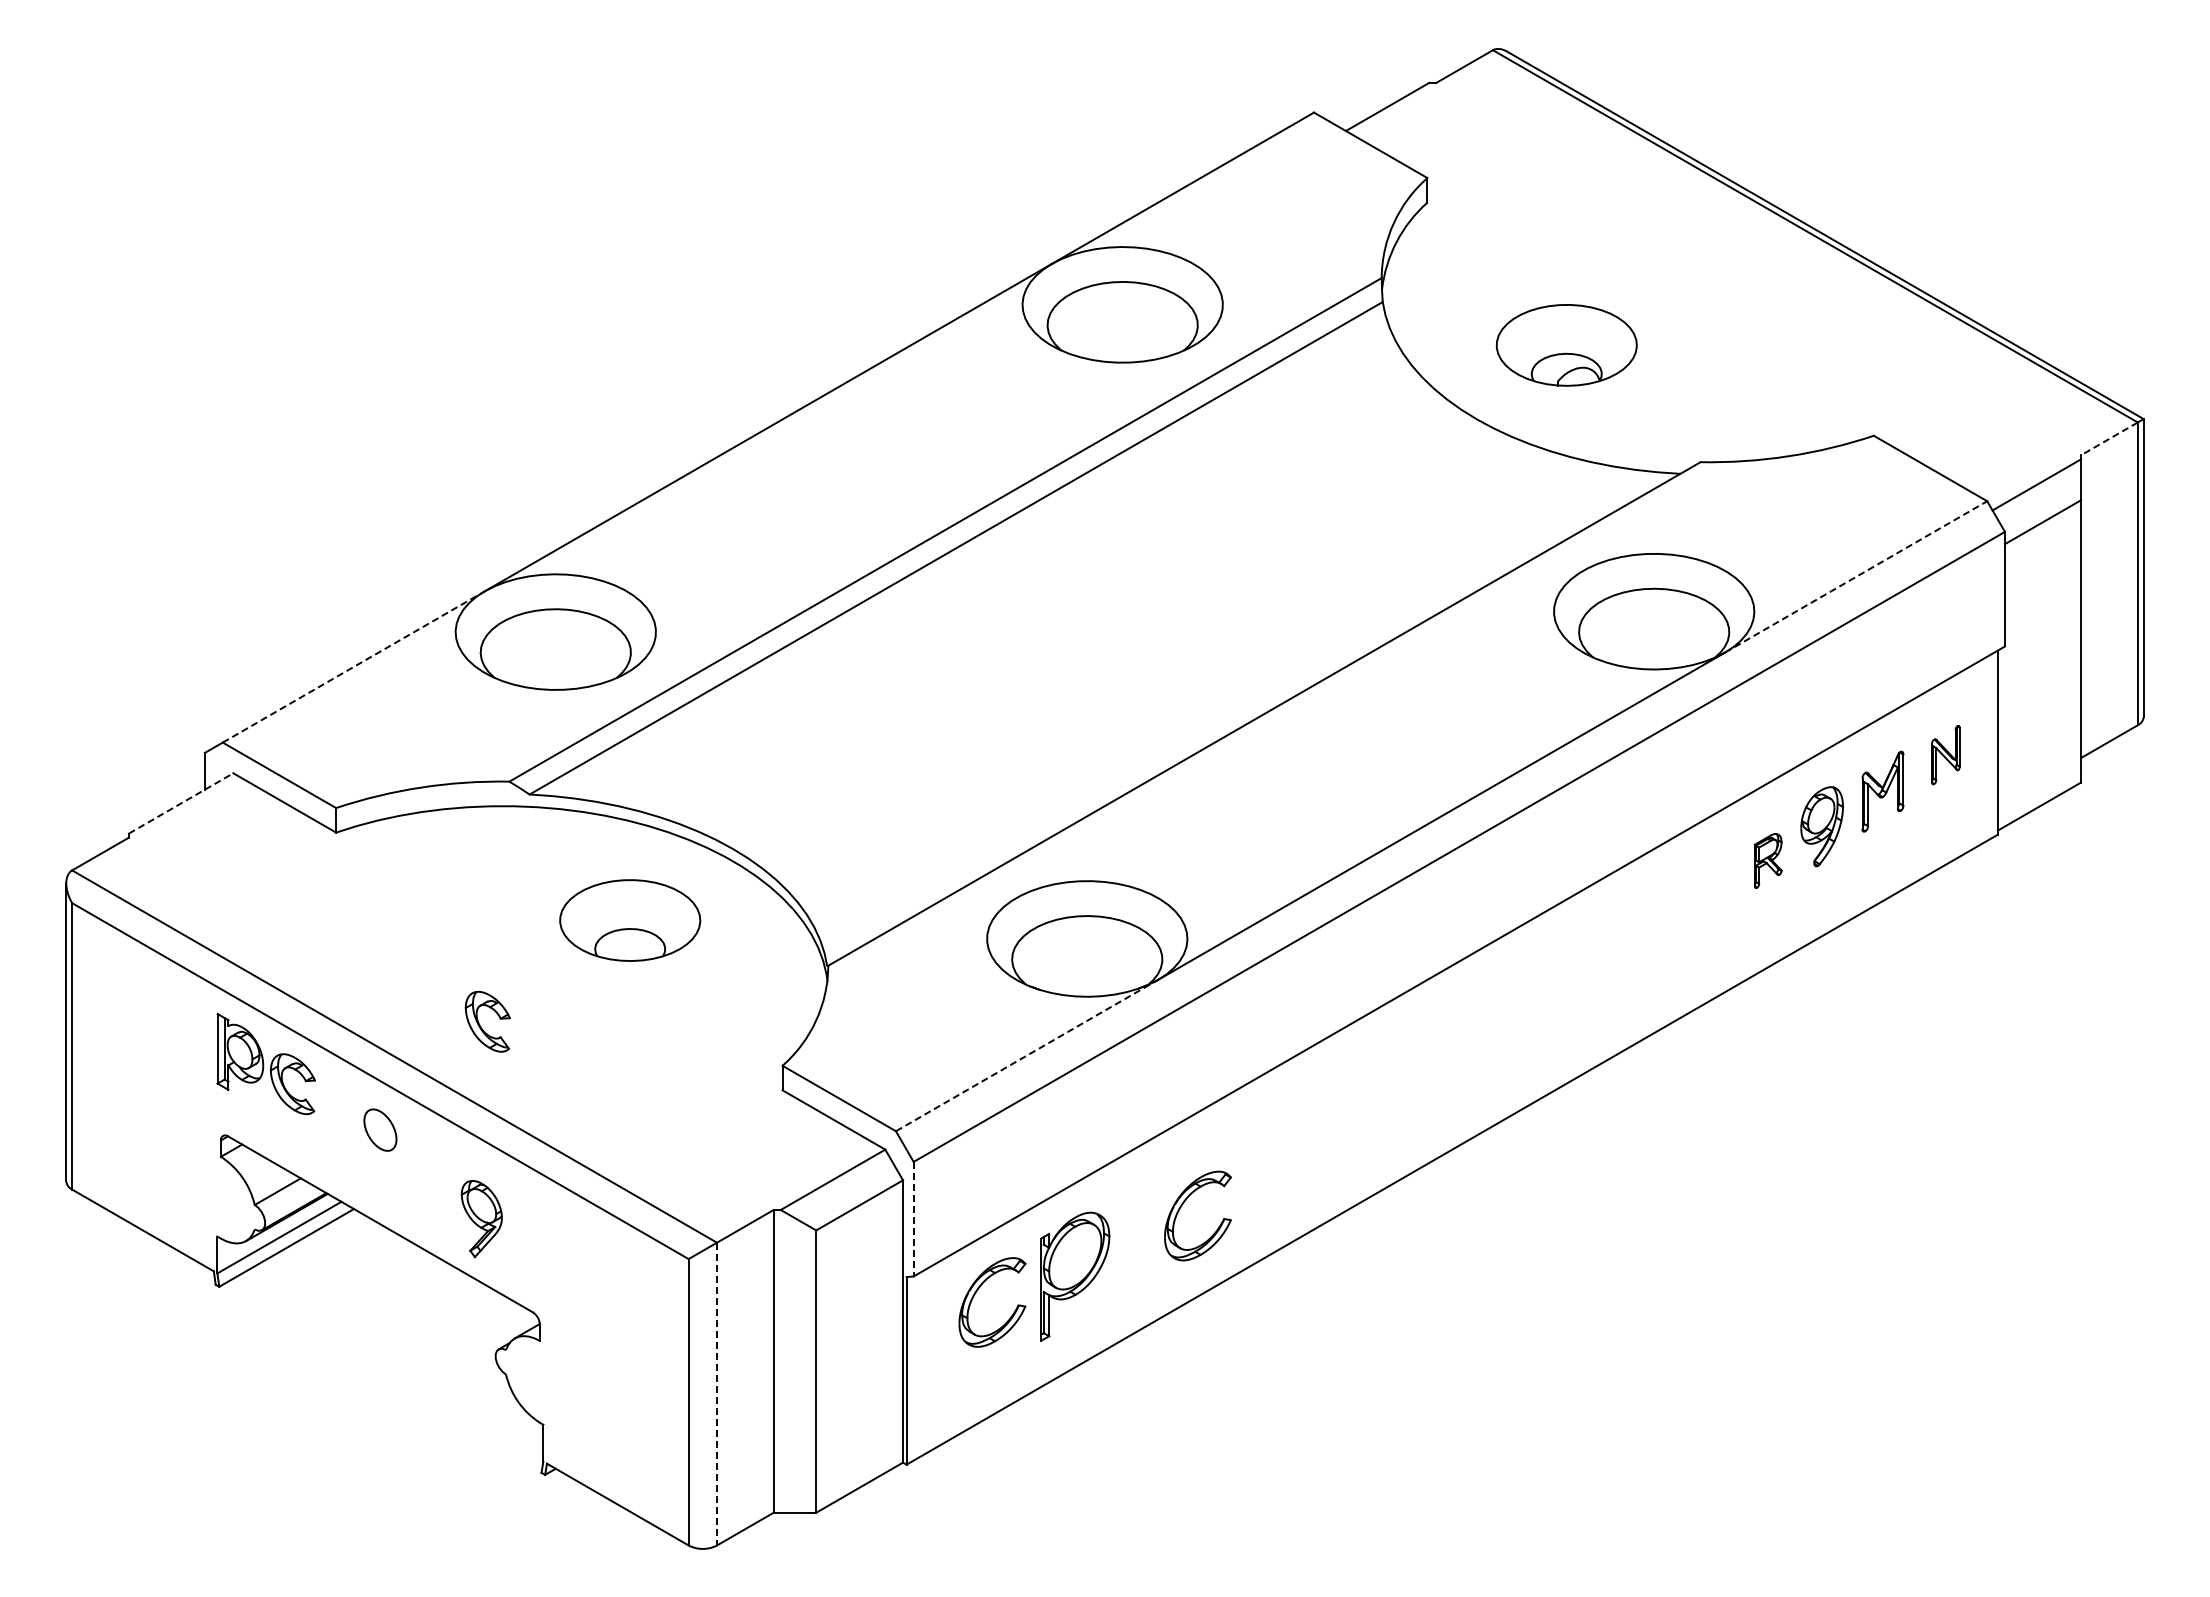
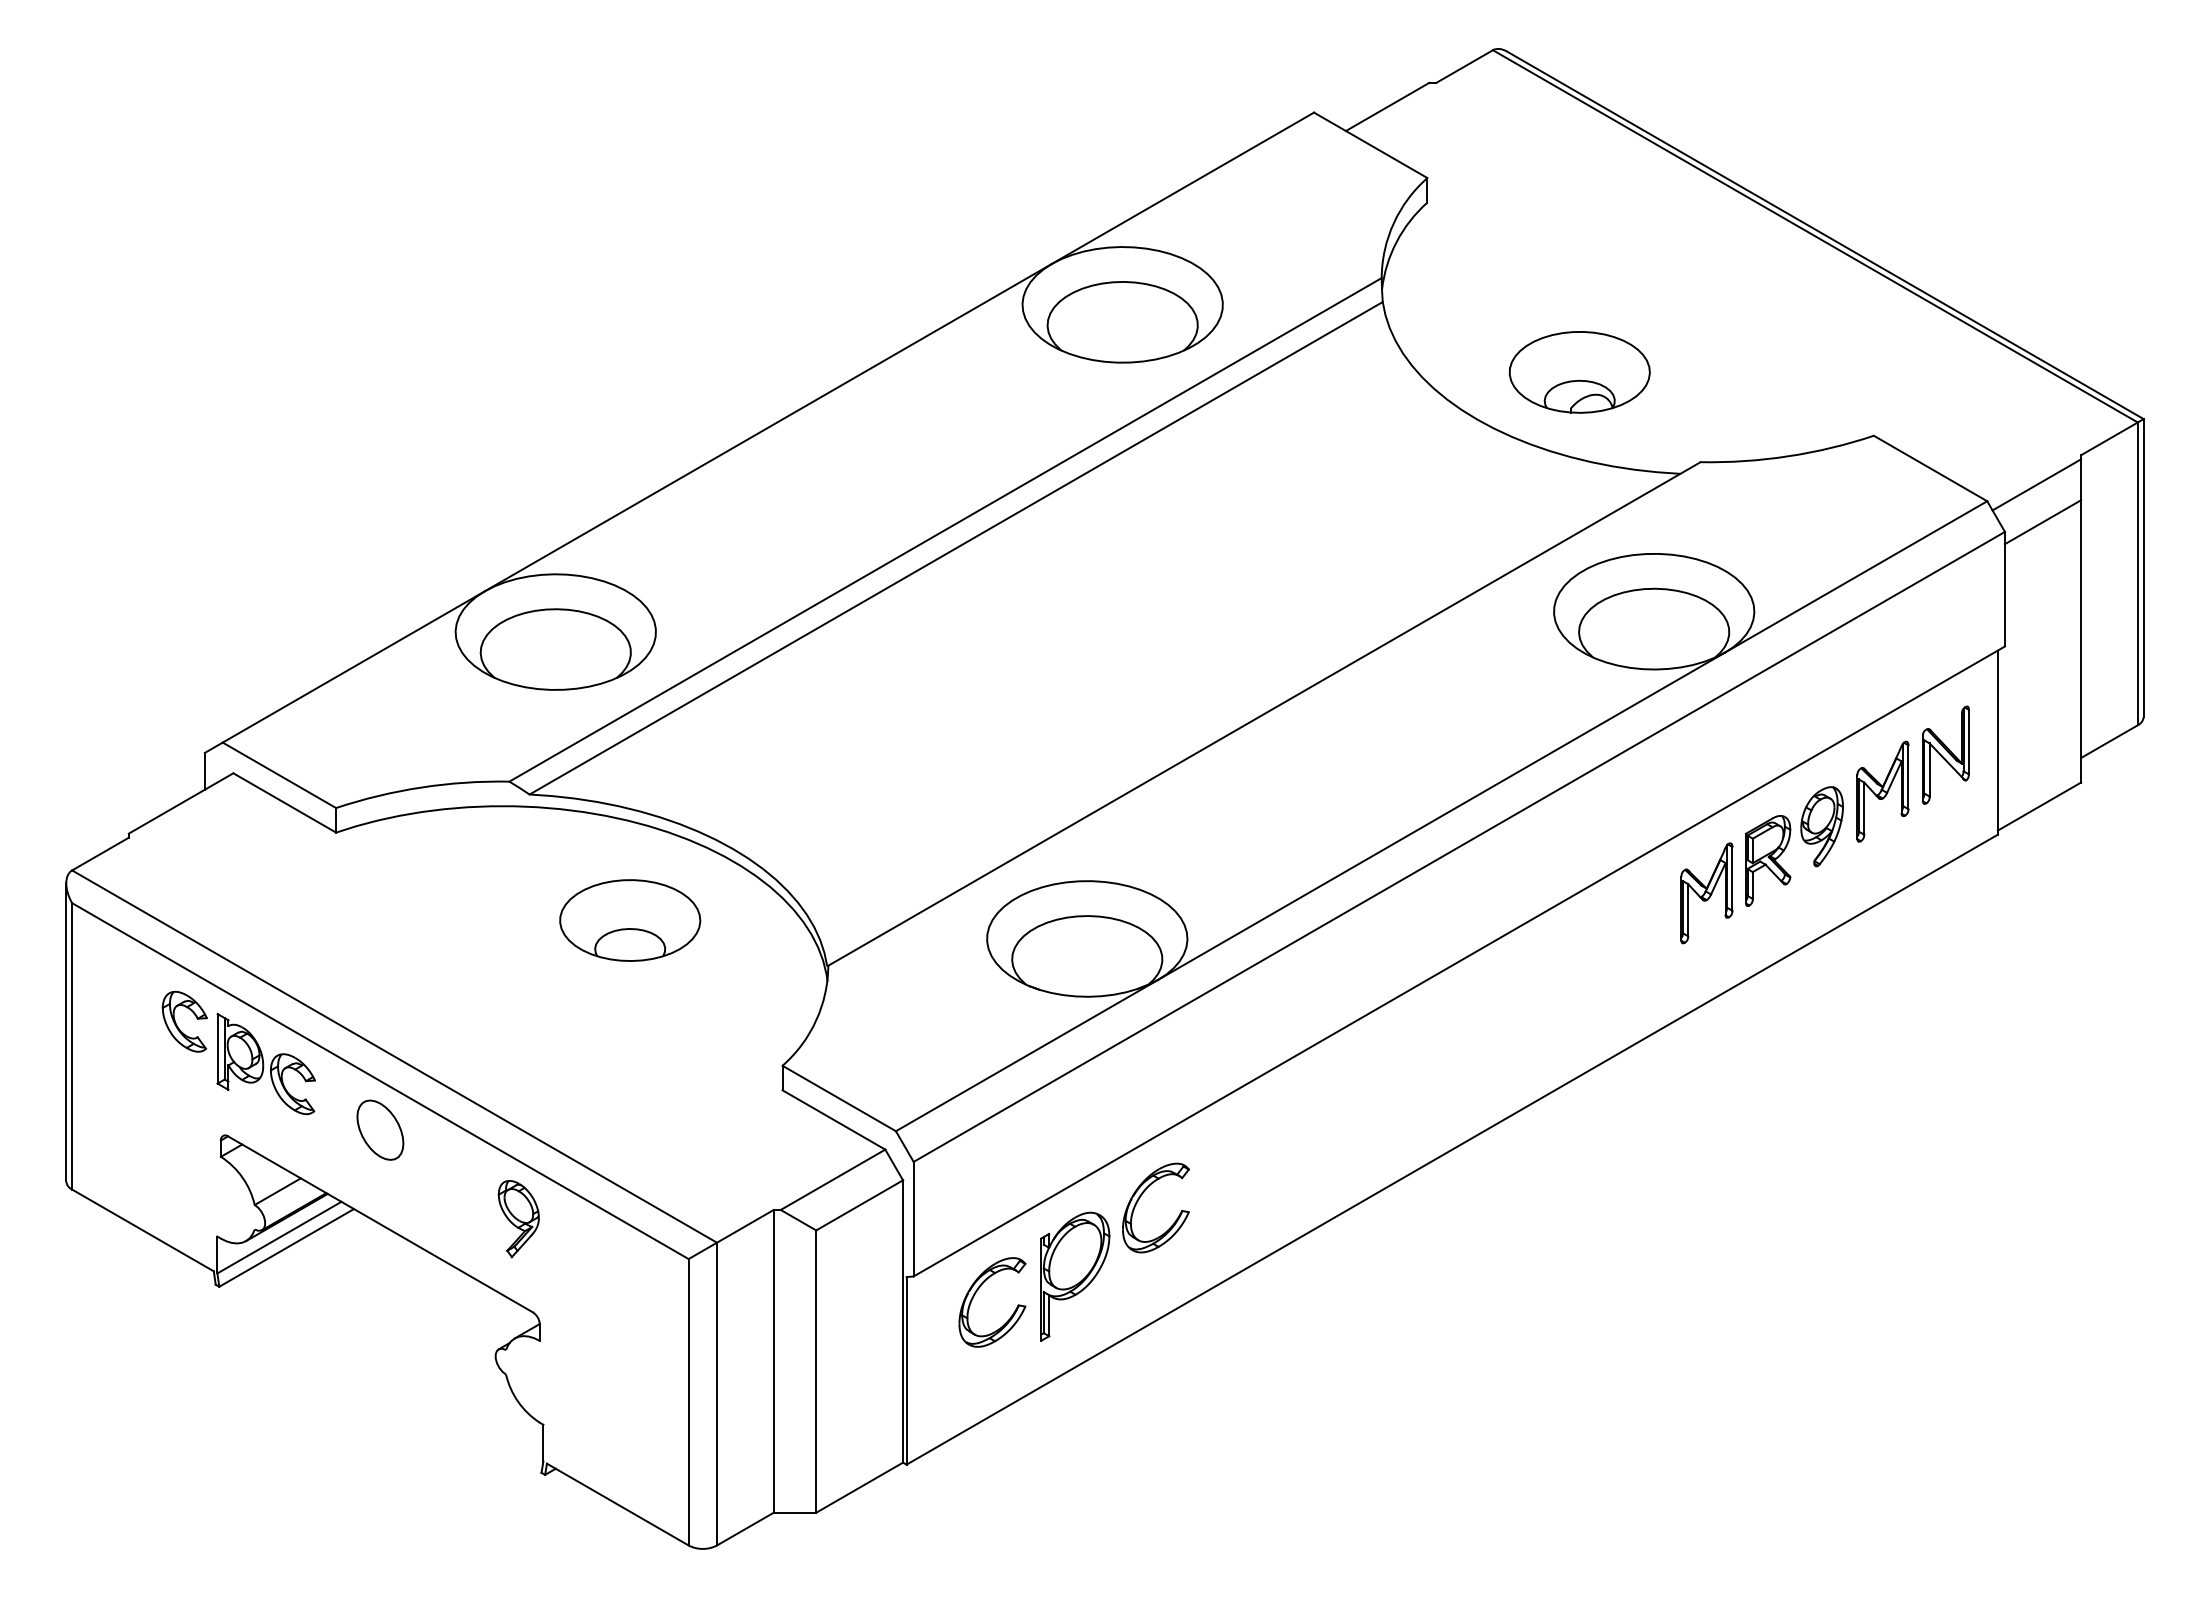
part at (1566, 345) position: (1566, 345) -> (1579, 372)
line at (2109, 438): dashed -> solid
line at (1856, 576): dashed -> solid
line at (354, 666): dashed -> solid
part at (1945, 755) size: 30x61 px -> 48x100 px
part at (1882, 791) size: 44x83 px -> 54x103 px
line at (181, 803): dashed -> solid
part at (1768, 860) size: 29x56 px -> 47x92 px
part at (1706, 893): none -> present
part at (481, 1026) position: (481, 1026) -> (178, 1026)
line at (1027, 1055): dashed -> solid
part at (380, 1129) size: 35x44 px -> 49x62 px
part at (1183, 1204) position: (1183, 1204) -> (1141, 1196)
part at (481, 1219) position: (481, 1219) -> (518, 1219)
line at (913, 1219): dashed -> solid
line at (717, 1394): dashed -> solid
